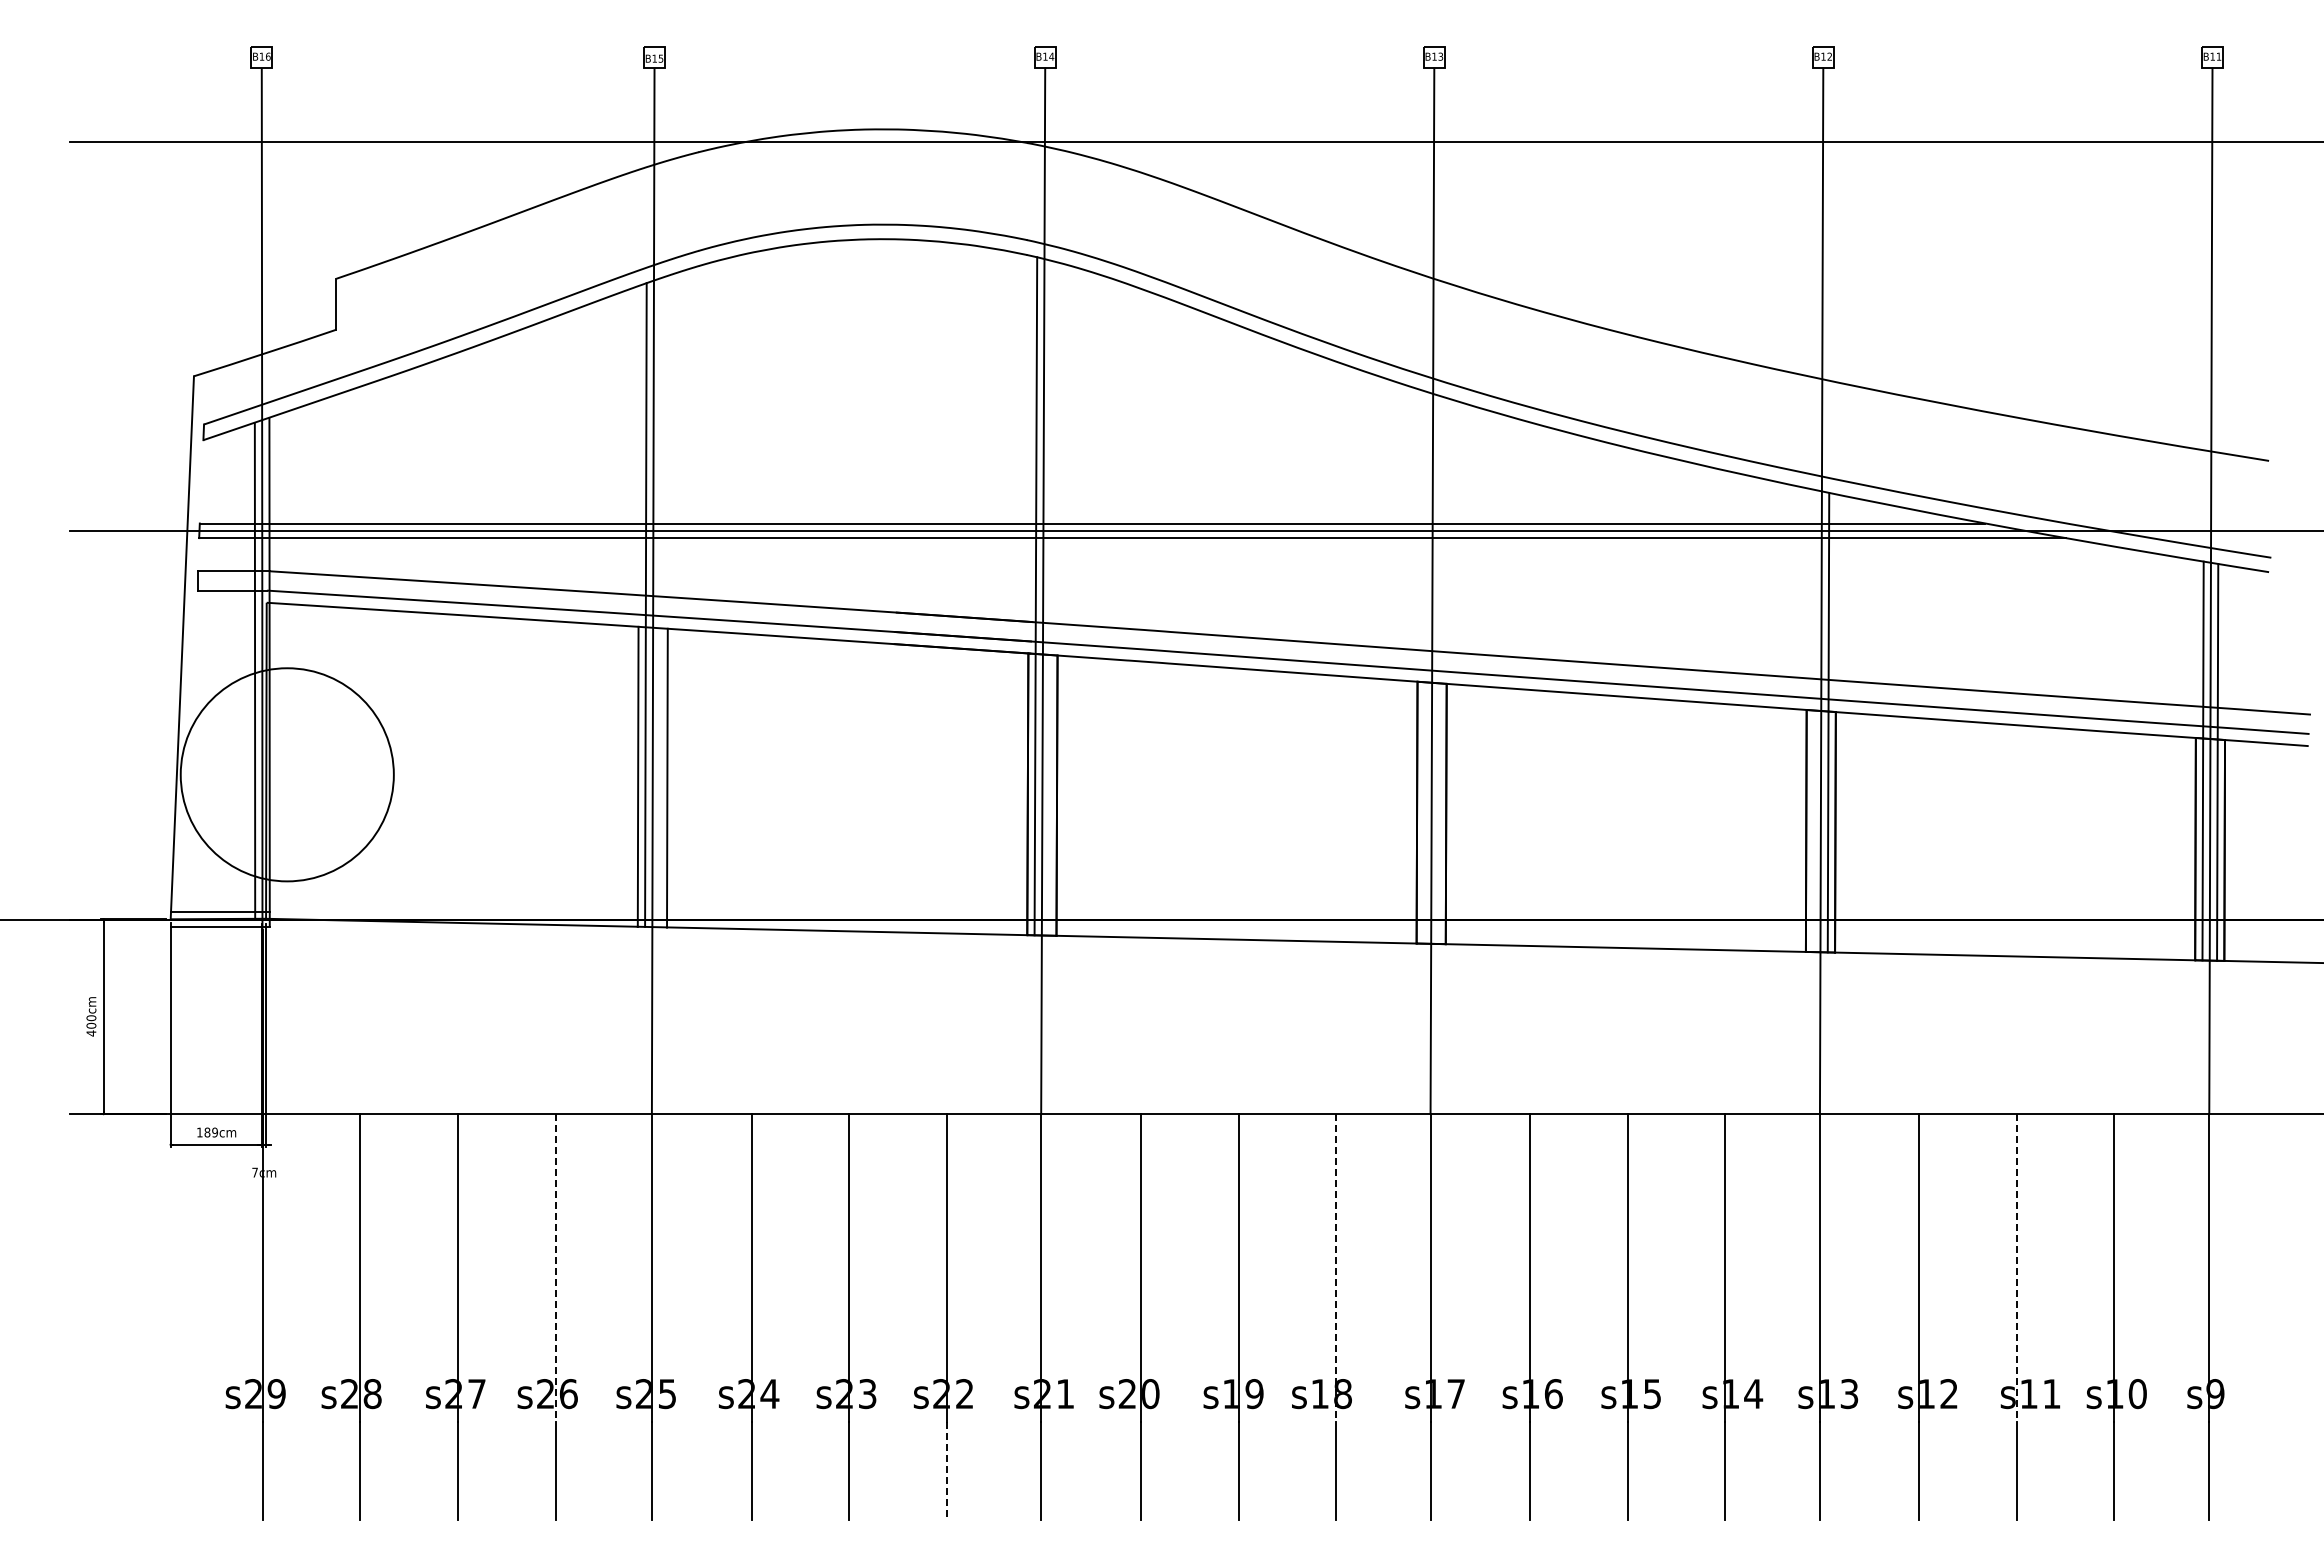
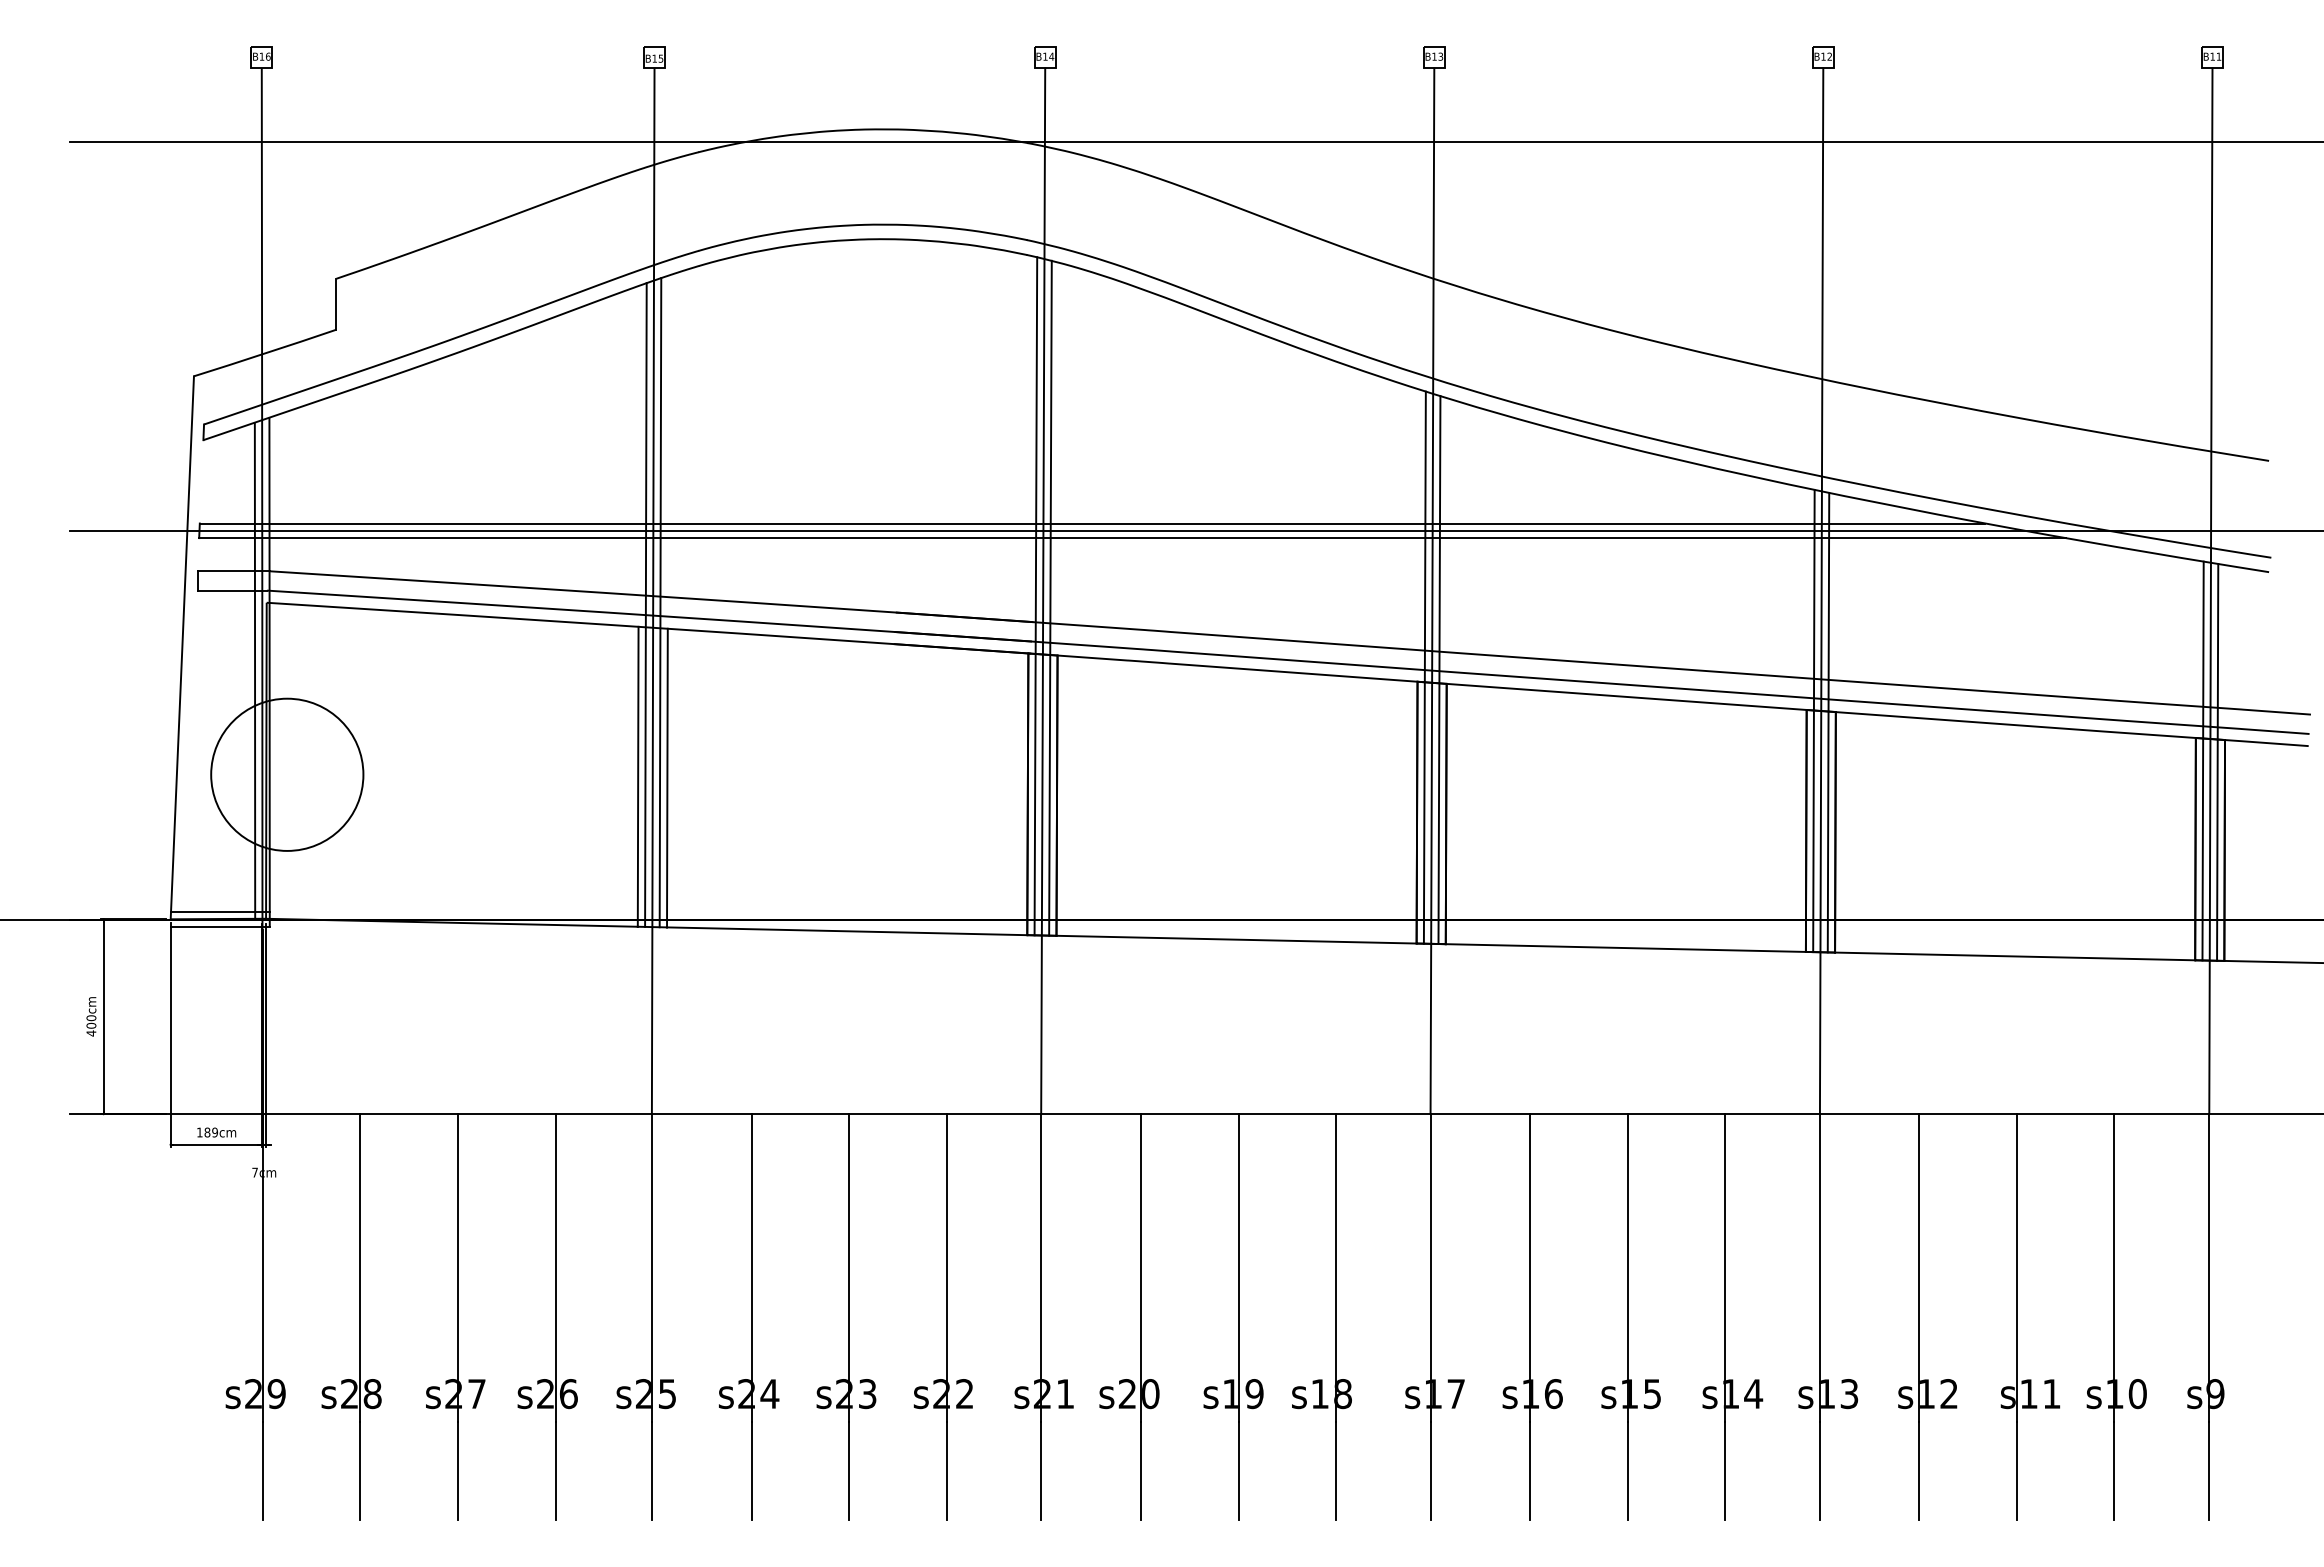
line at (1050, 597): none -> present
line at (660, 602): none -> present
line at (1424, 667): none -> present
line at (1439, 670): none -> present
line at (1813, 720): none -> present
circle at (286, 774) diameter: 213 px -> 152 px
line at (555, 1268): dashed -> solid
line at (1335, 1268): dashed -> solid
line at (2016, 1268): dashed -> solid
line at (946, 1471): dashed -> solid
